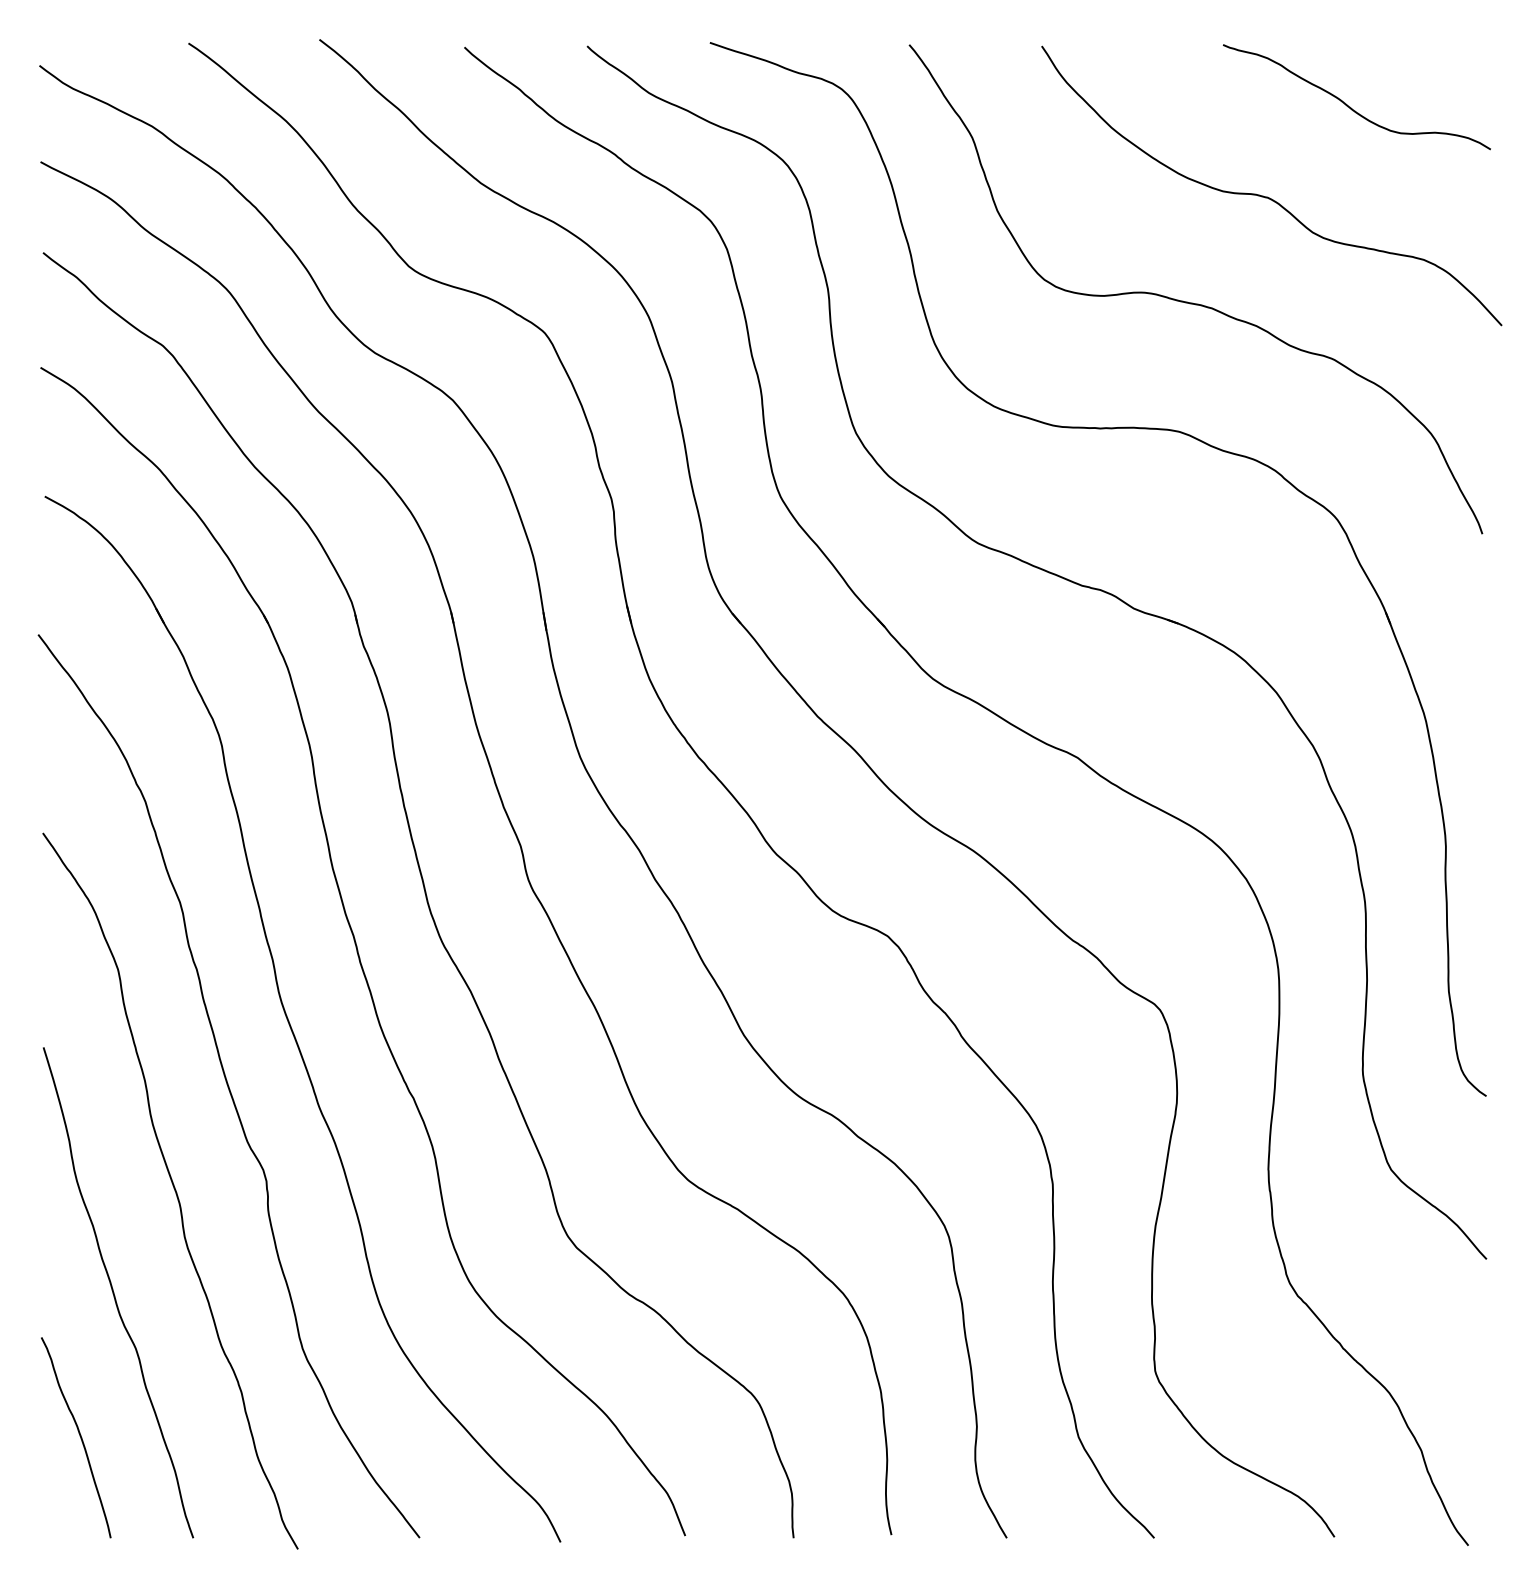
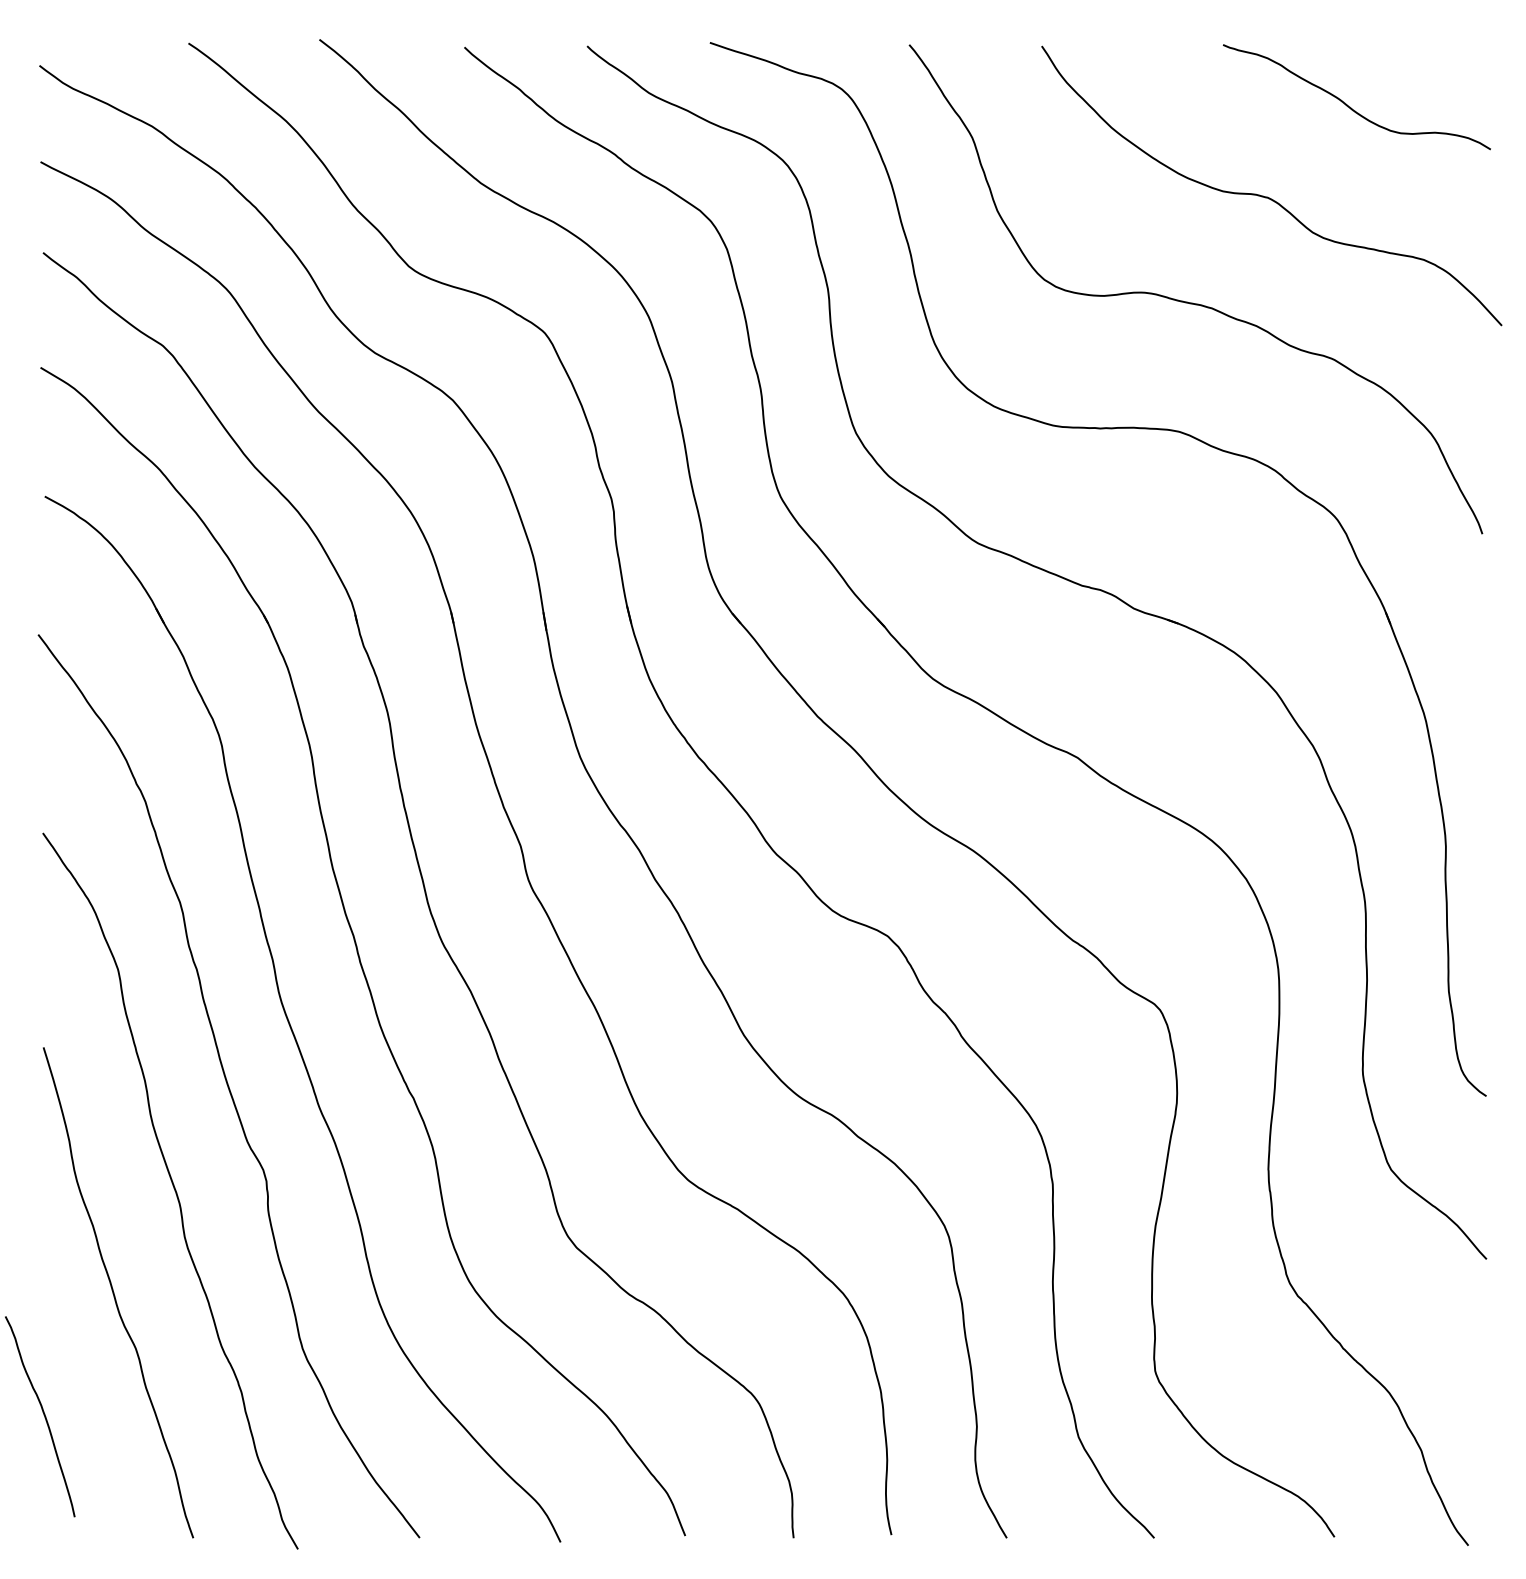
curve at (79, 1436) position: (79, 1436) -> (43, 1415)
